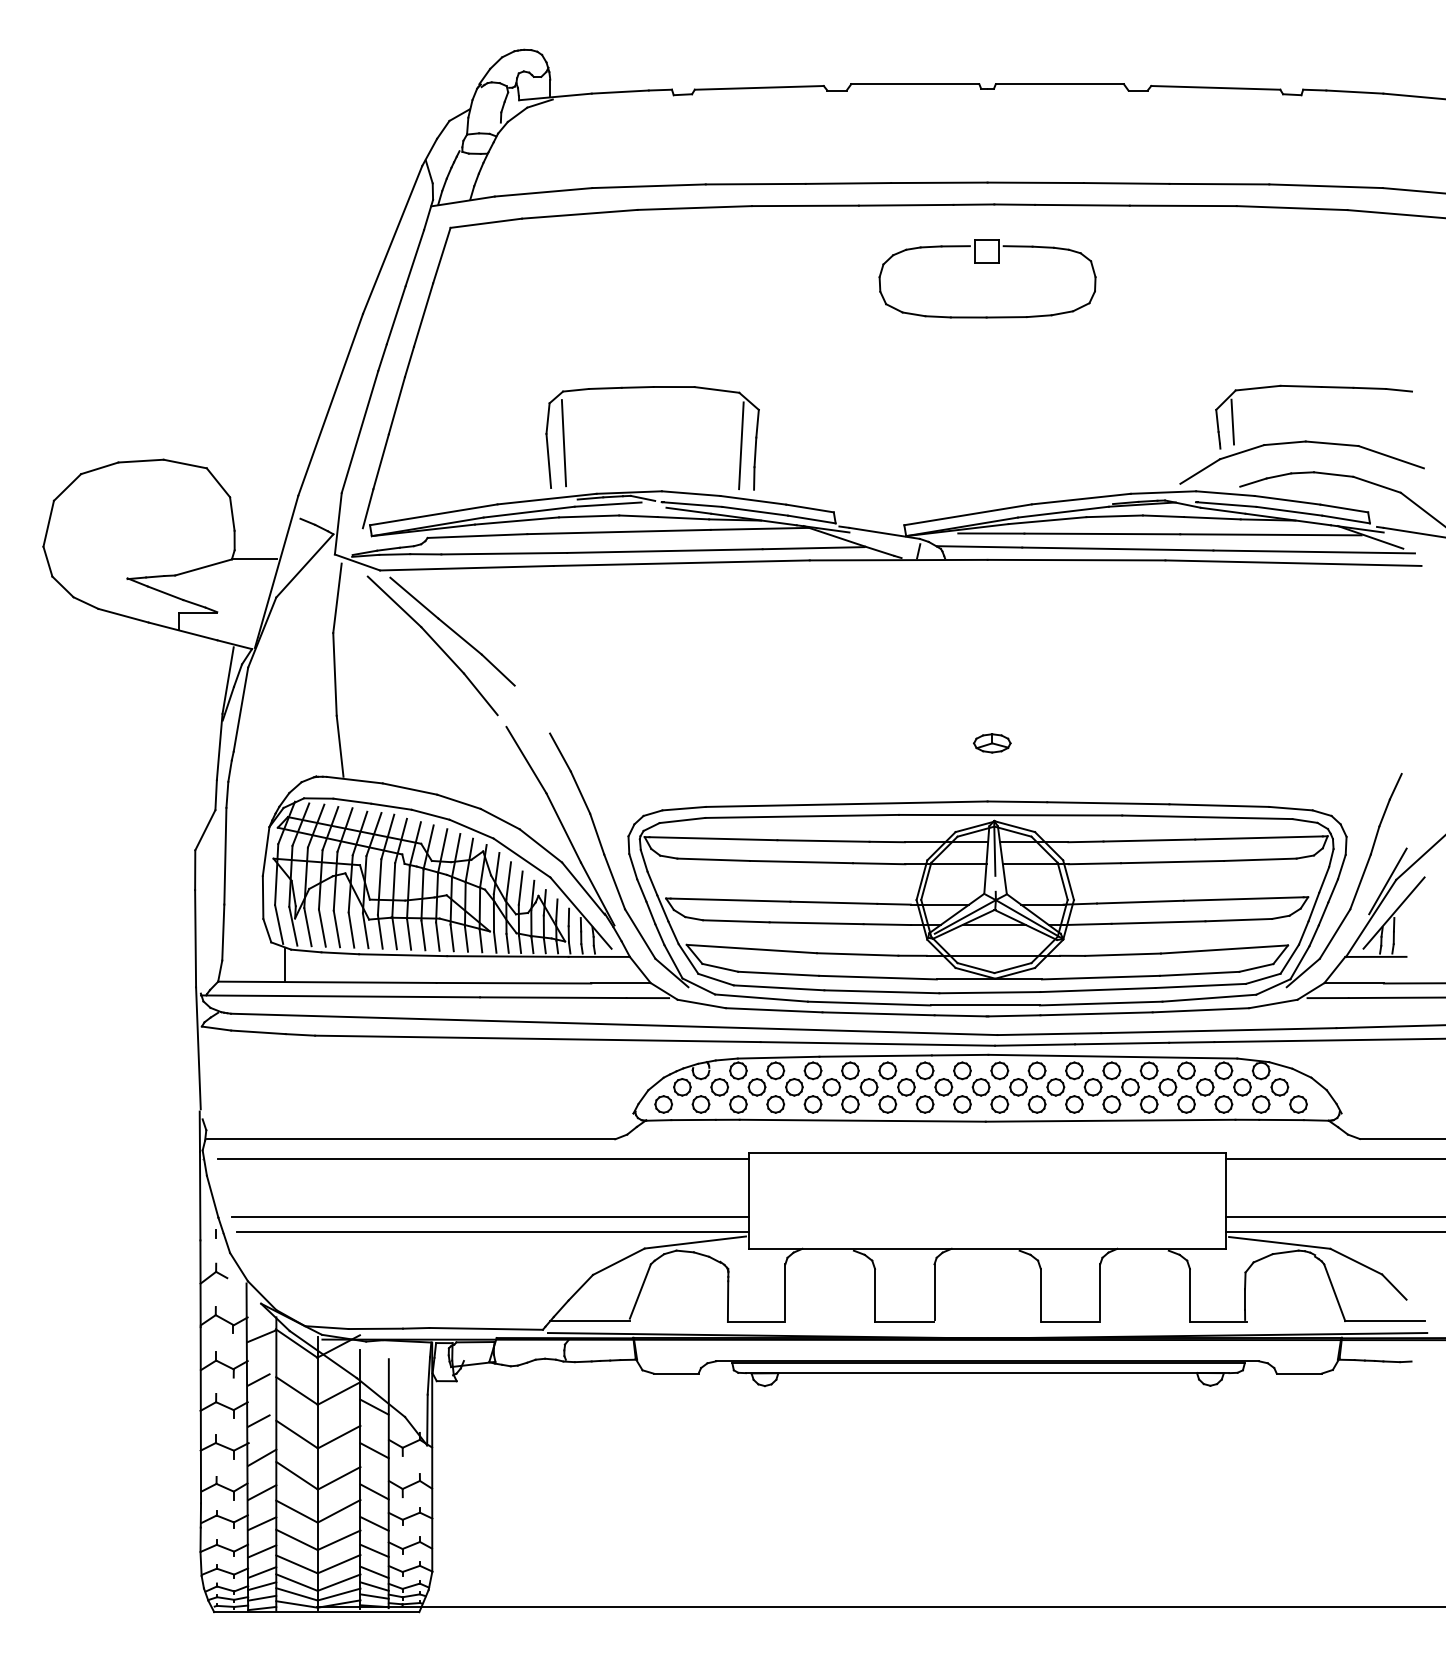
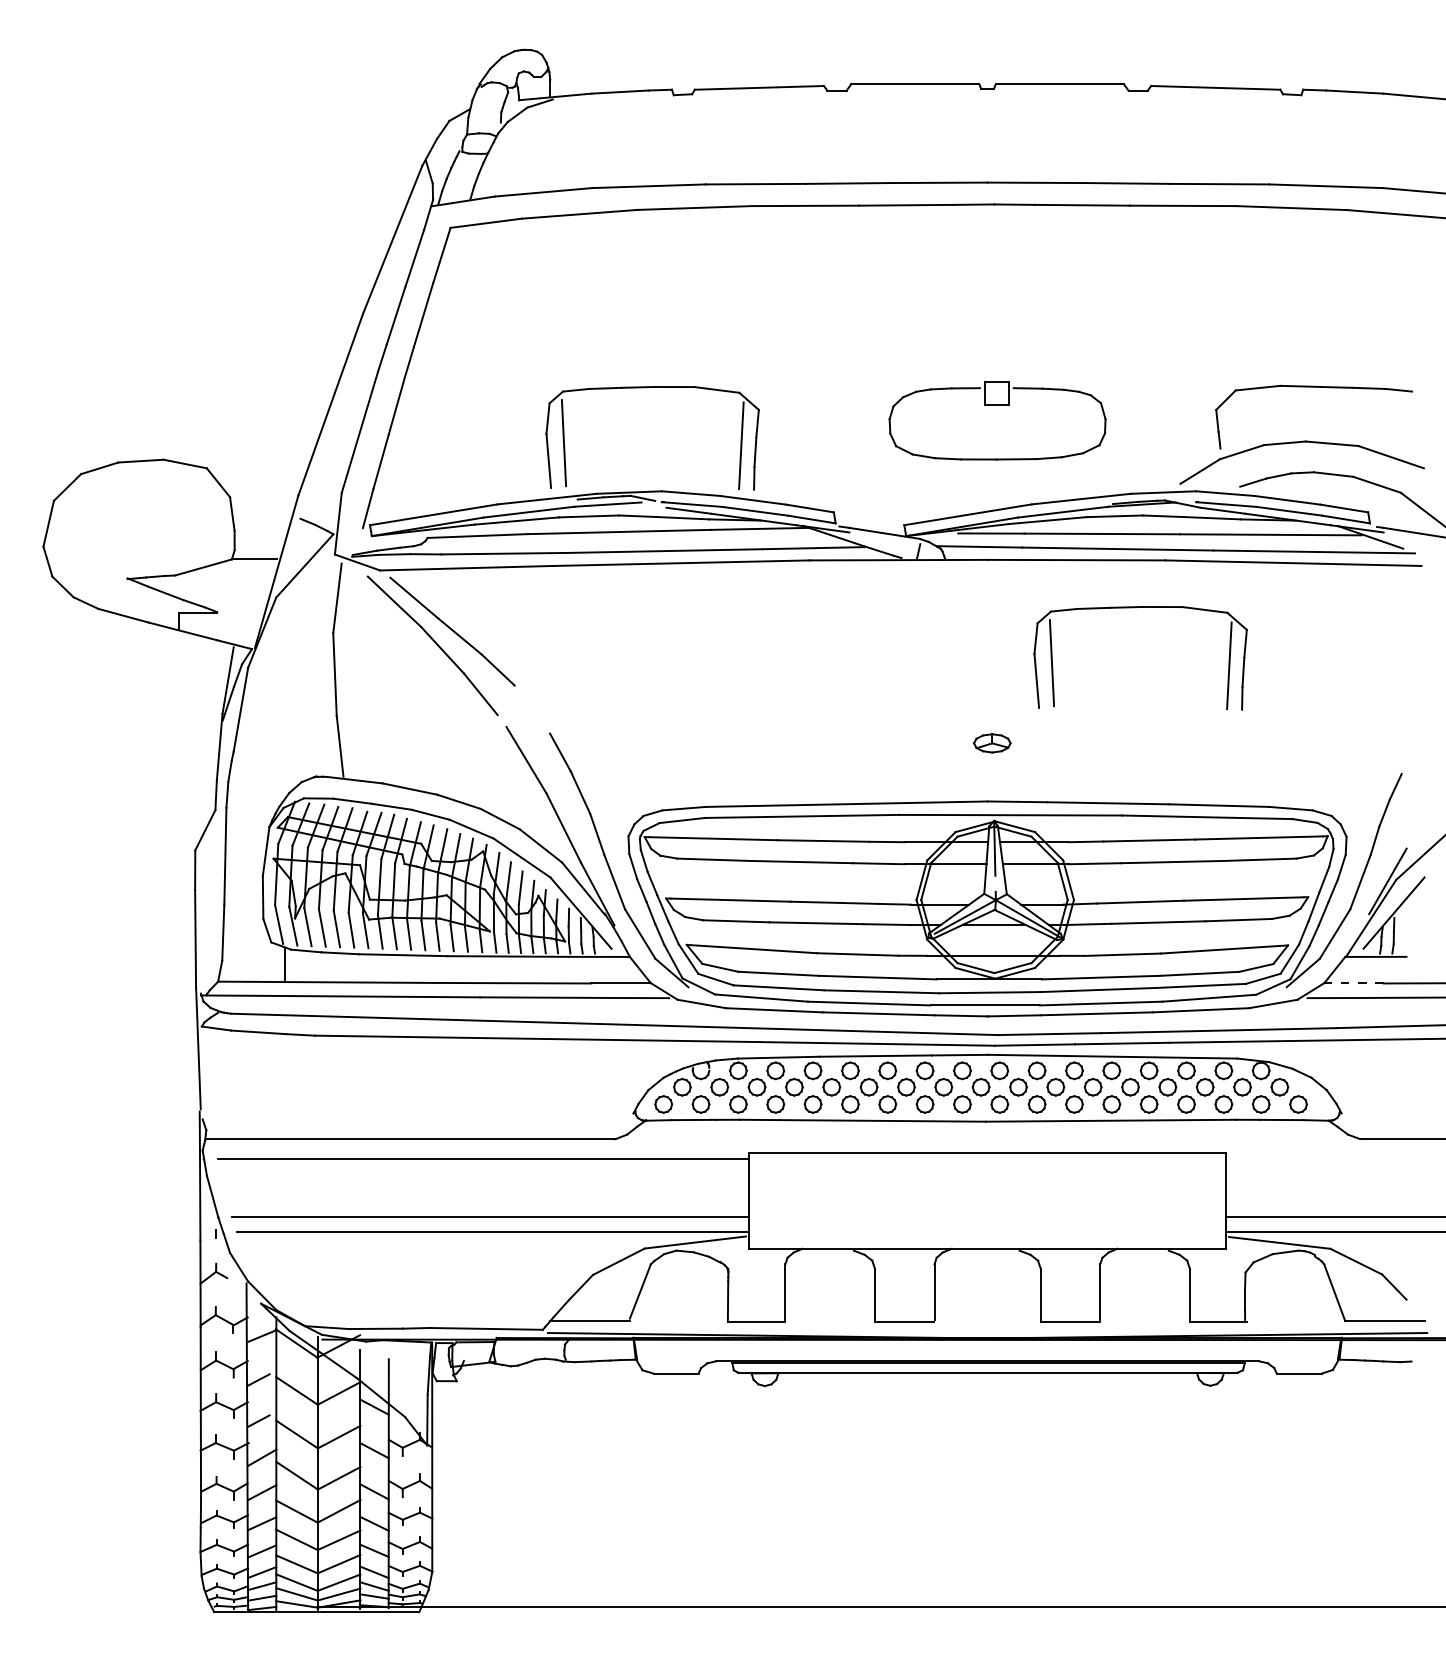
part at (987, 263) position: (987, 263) -> (997, 405)
line at (1232, 421): present -> none
part at (1134, 608): none -> present
line at (1354, 983): solid -> dashed
line at (1334, 1159): present -> none
